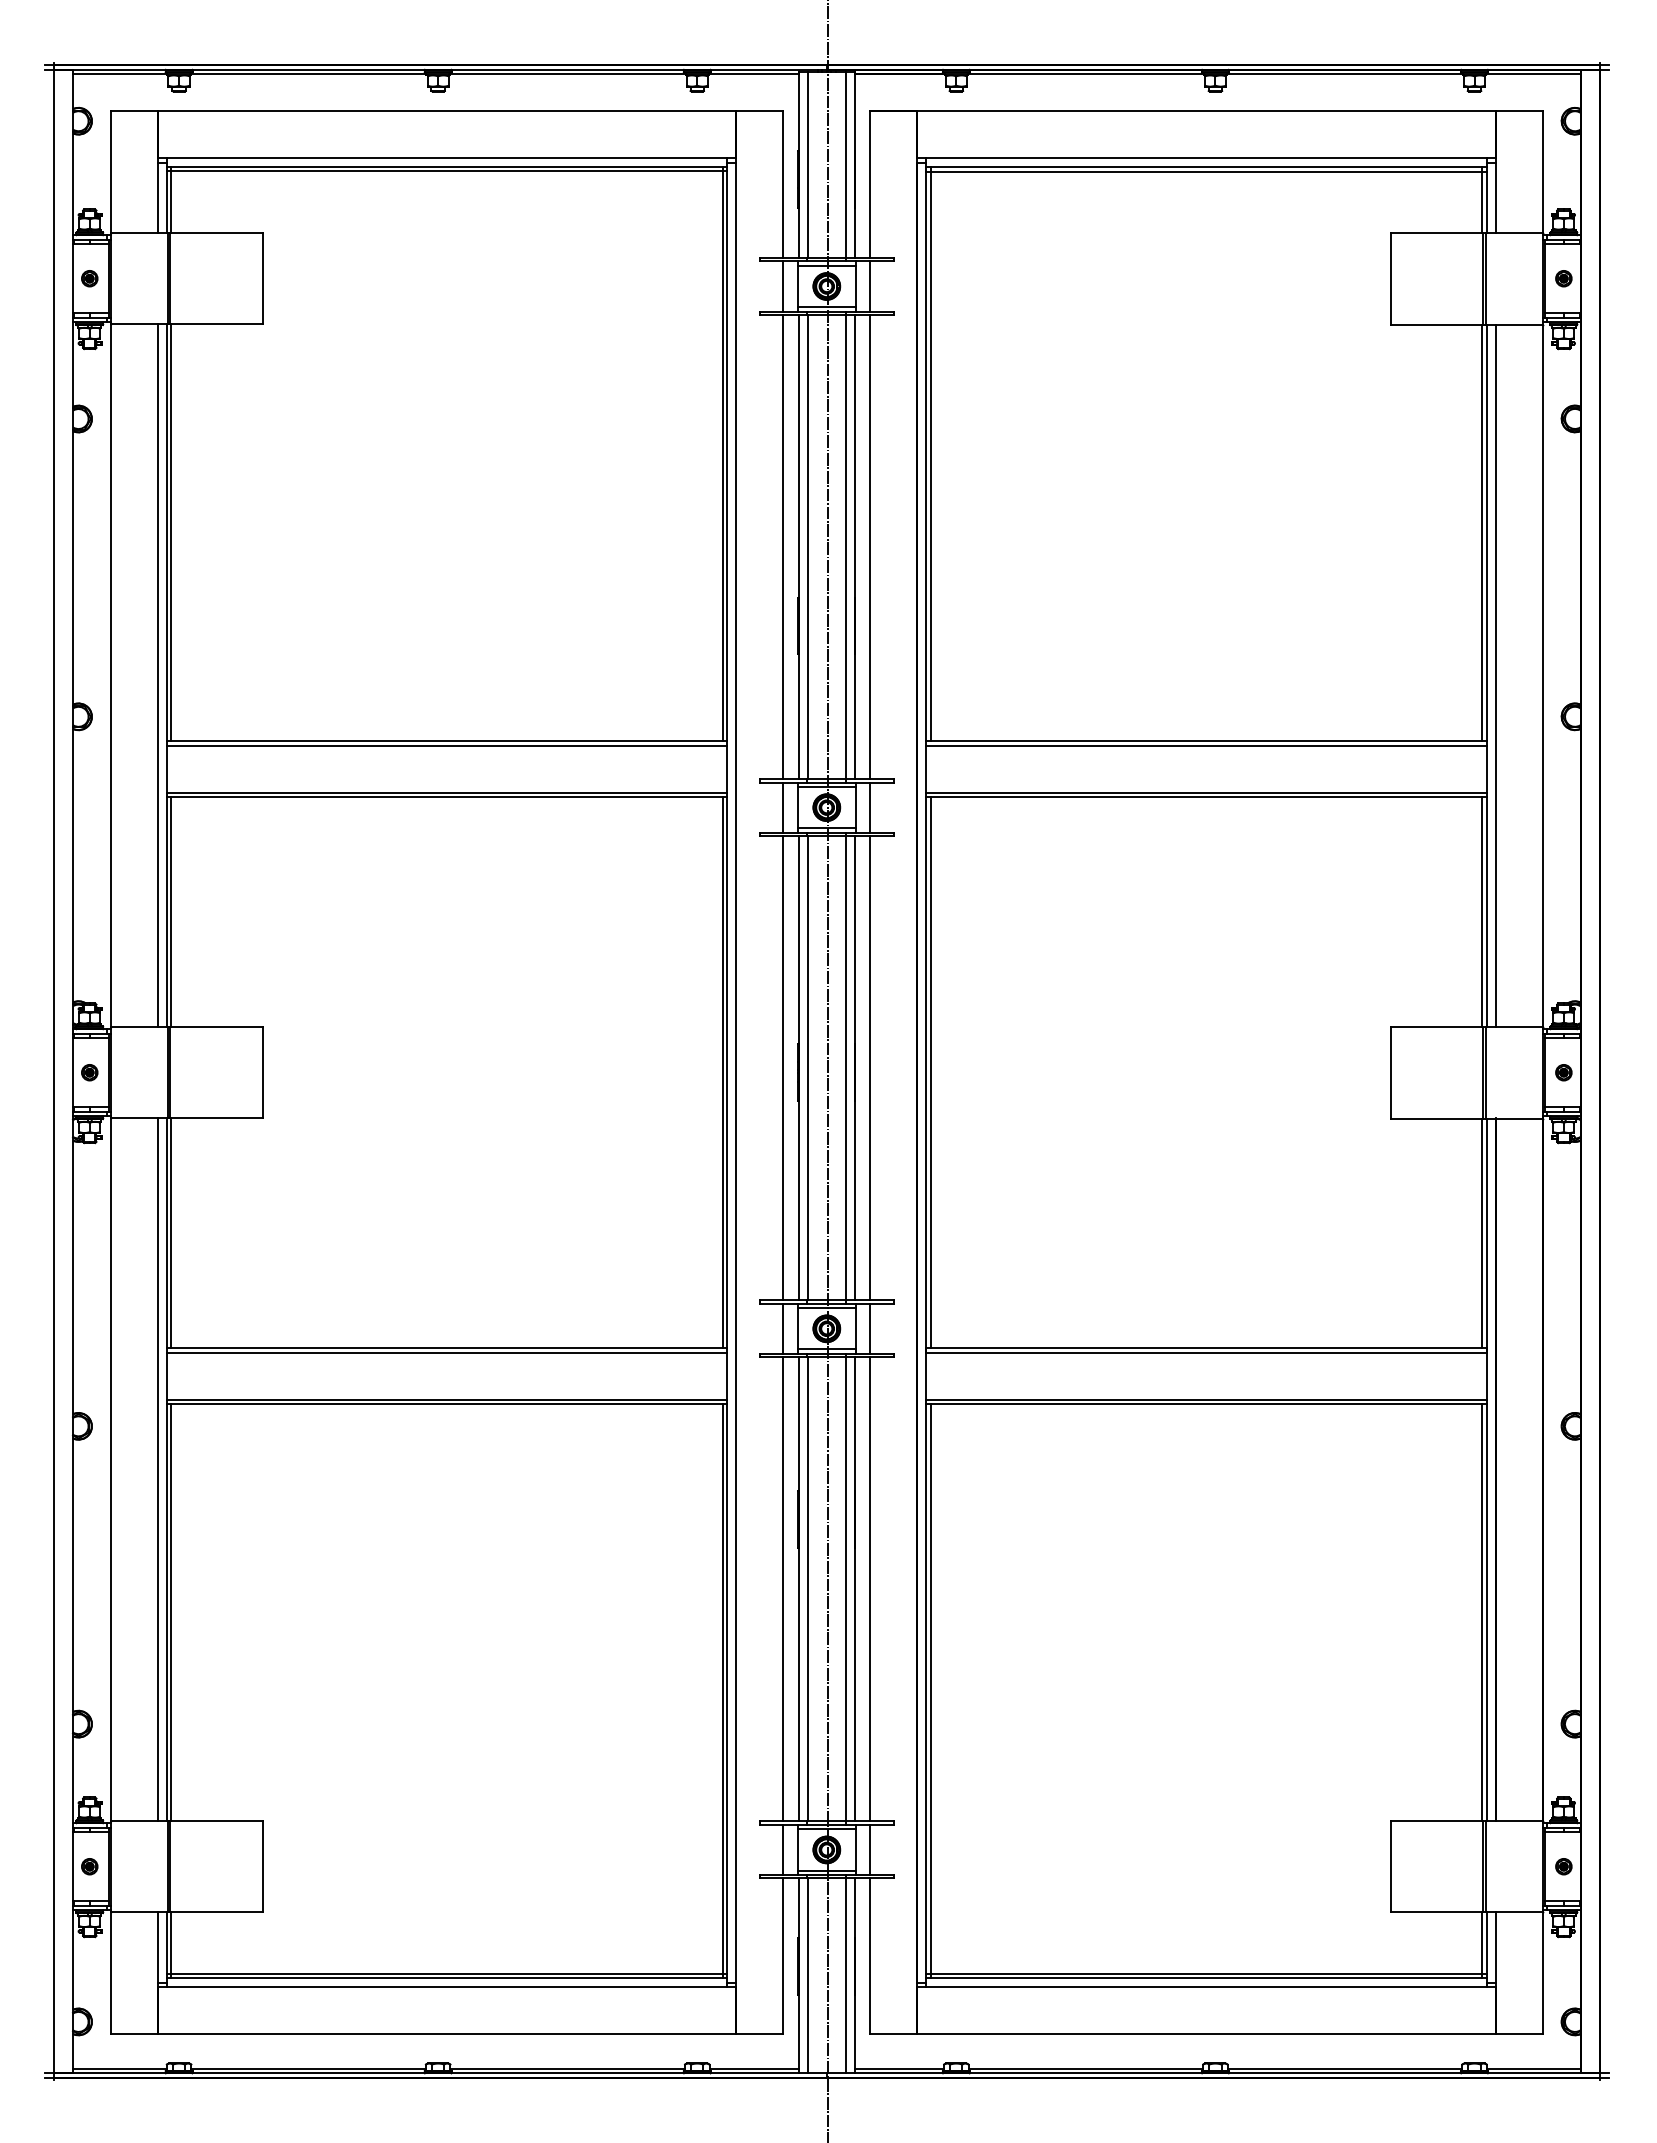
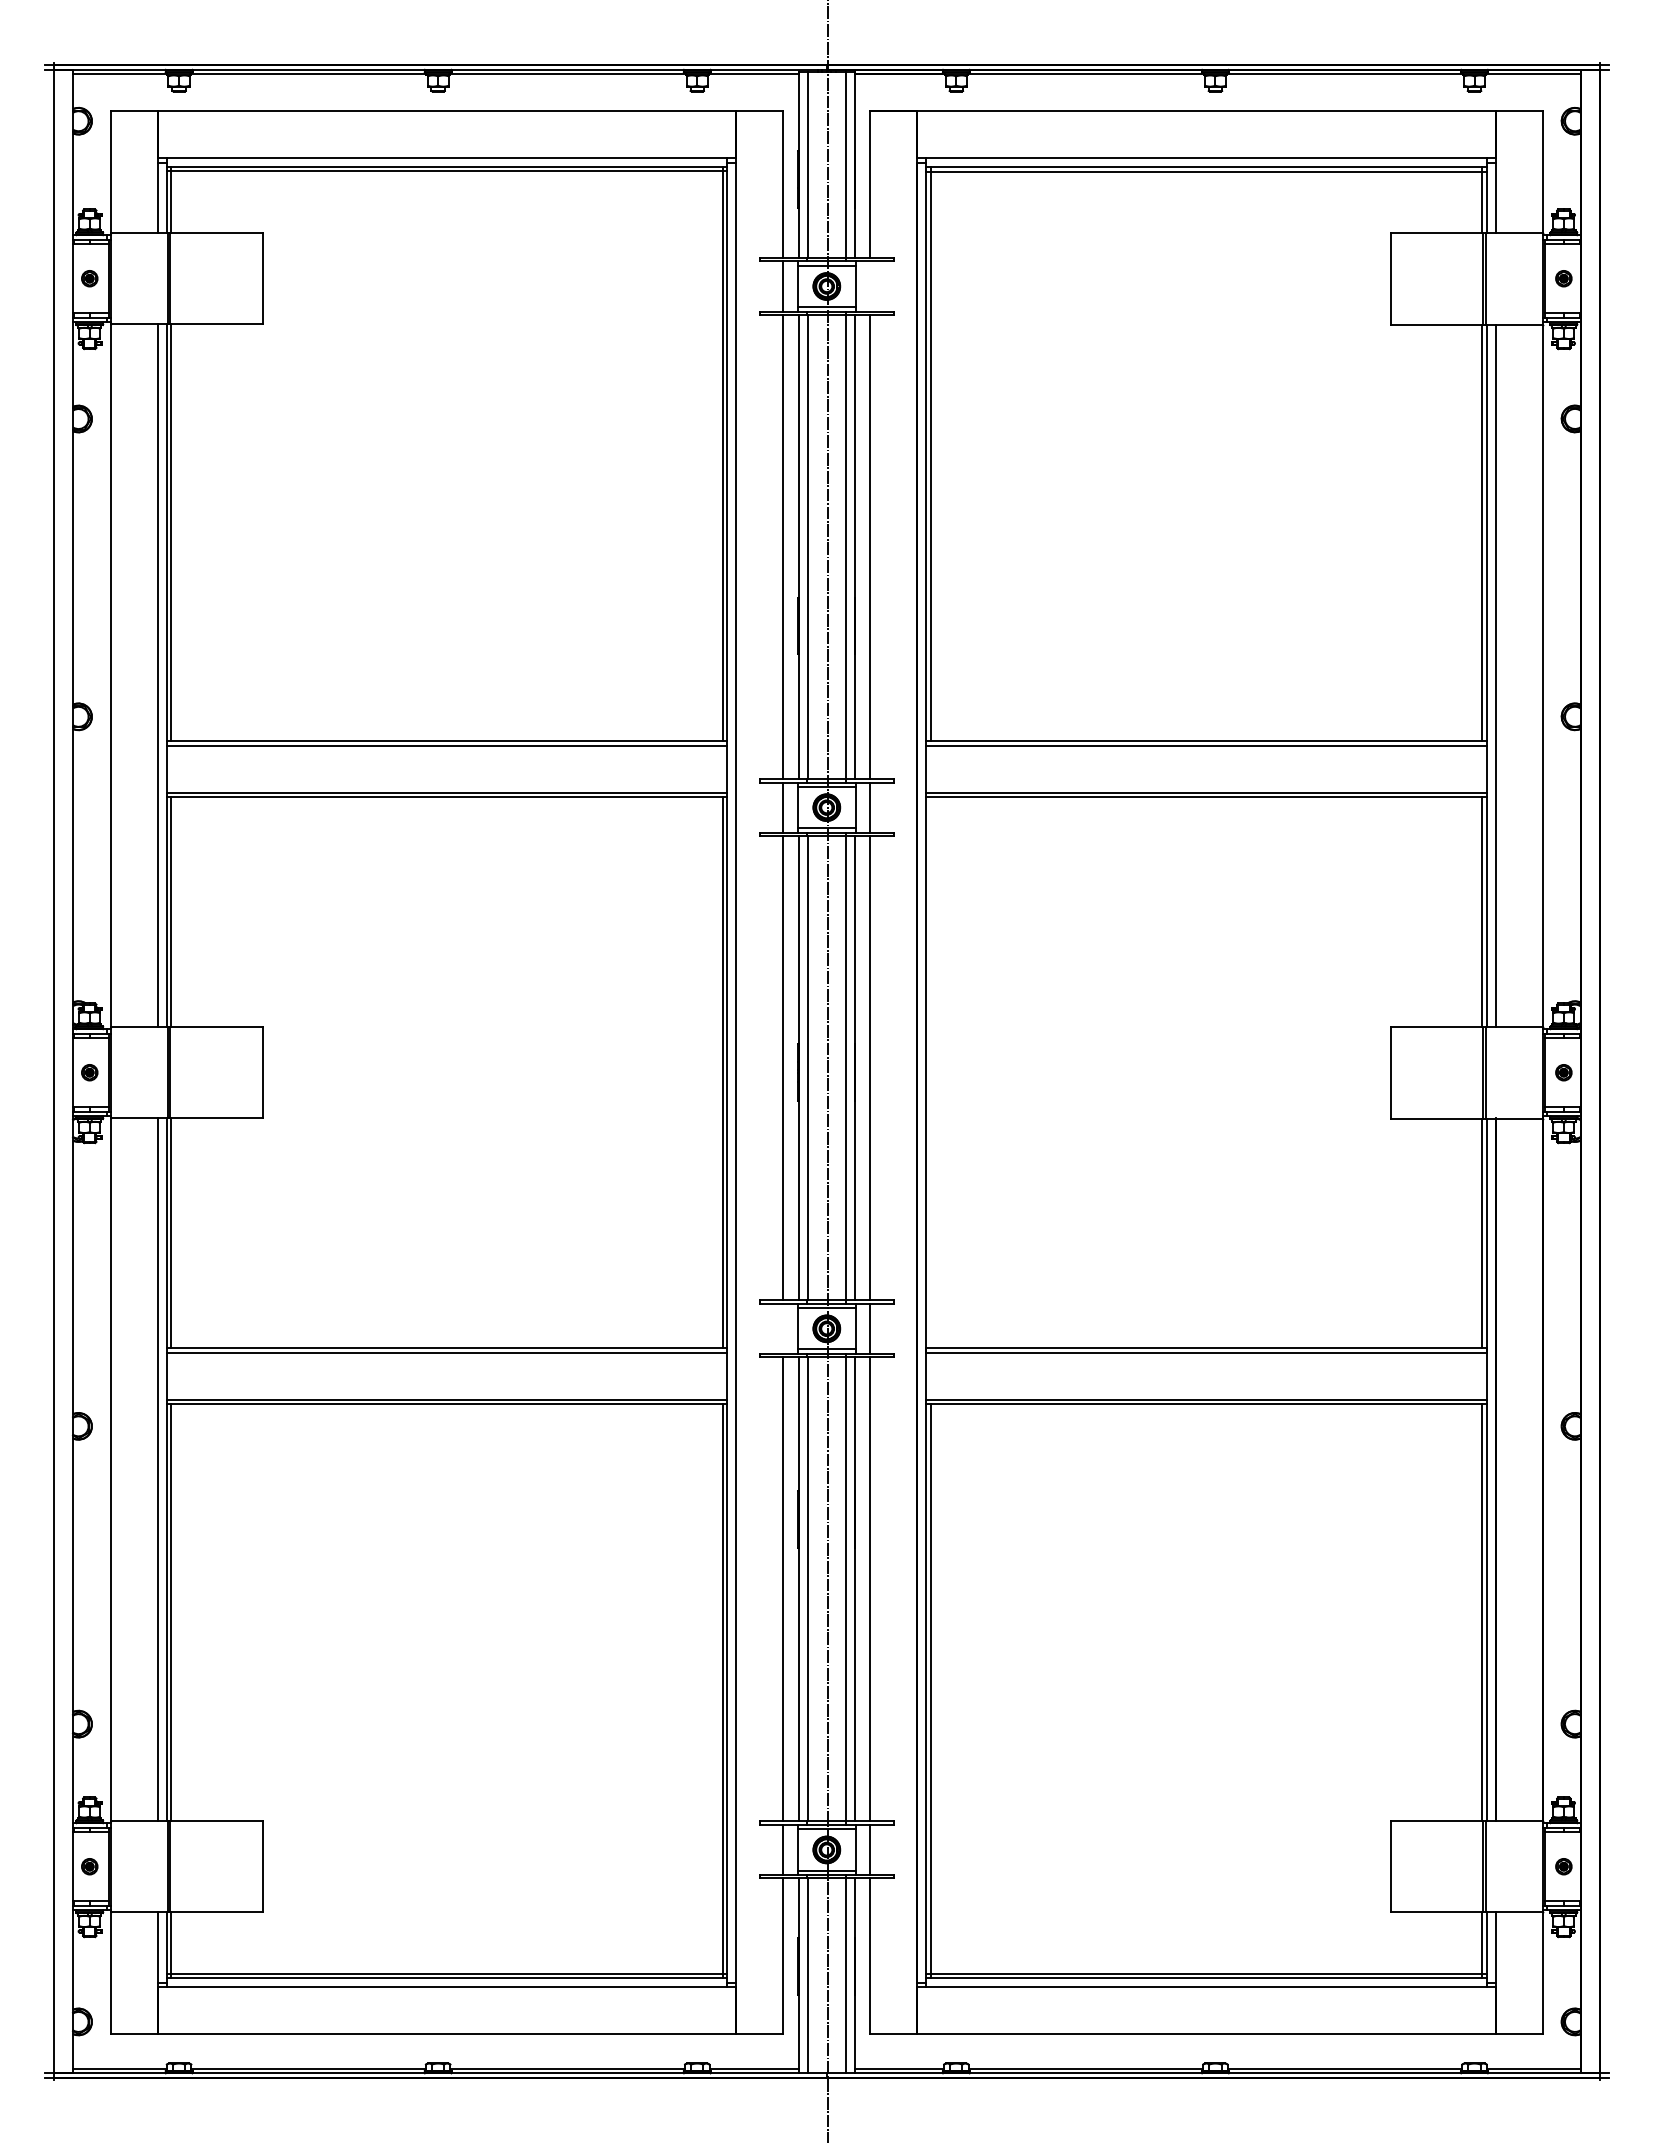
line at (870, 286): present -> none
line at (930, 1072): present -> none
line at (783, 1328): present -> none
